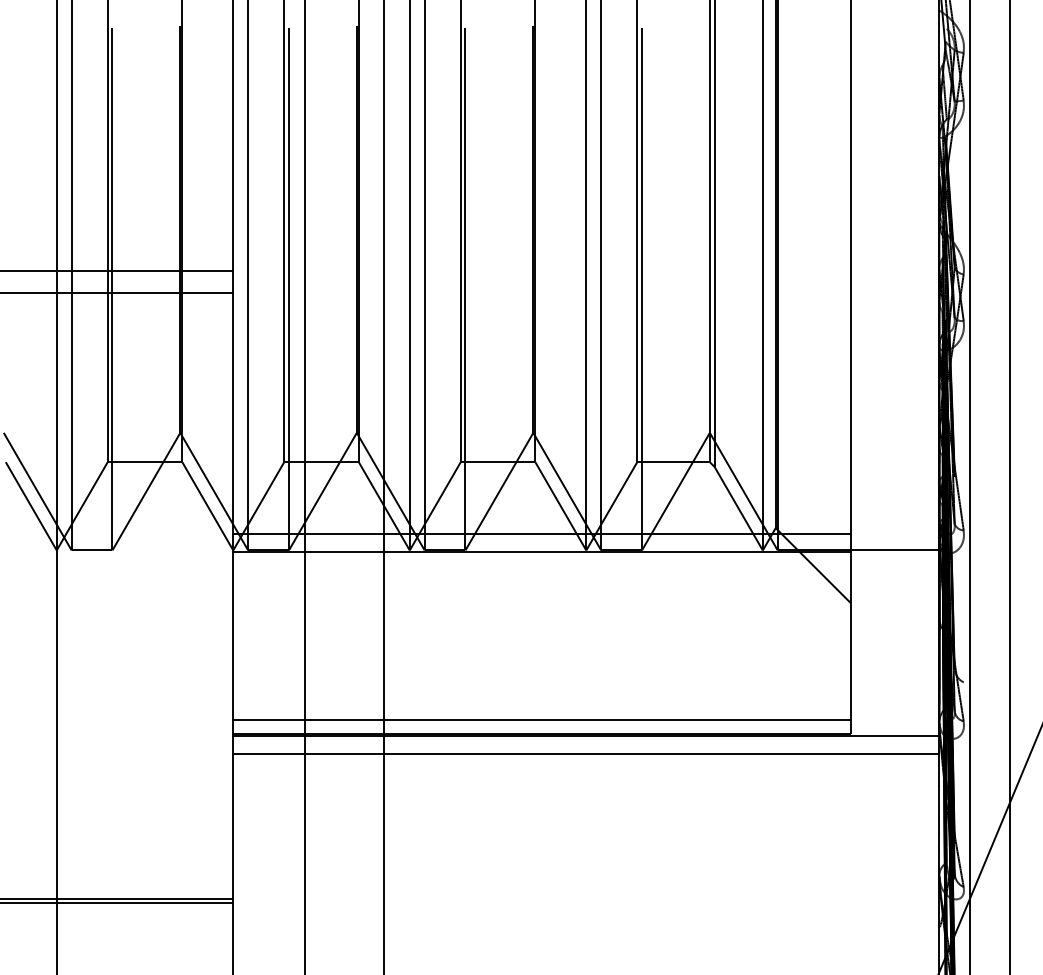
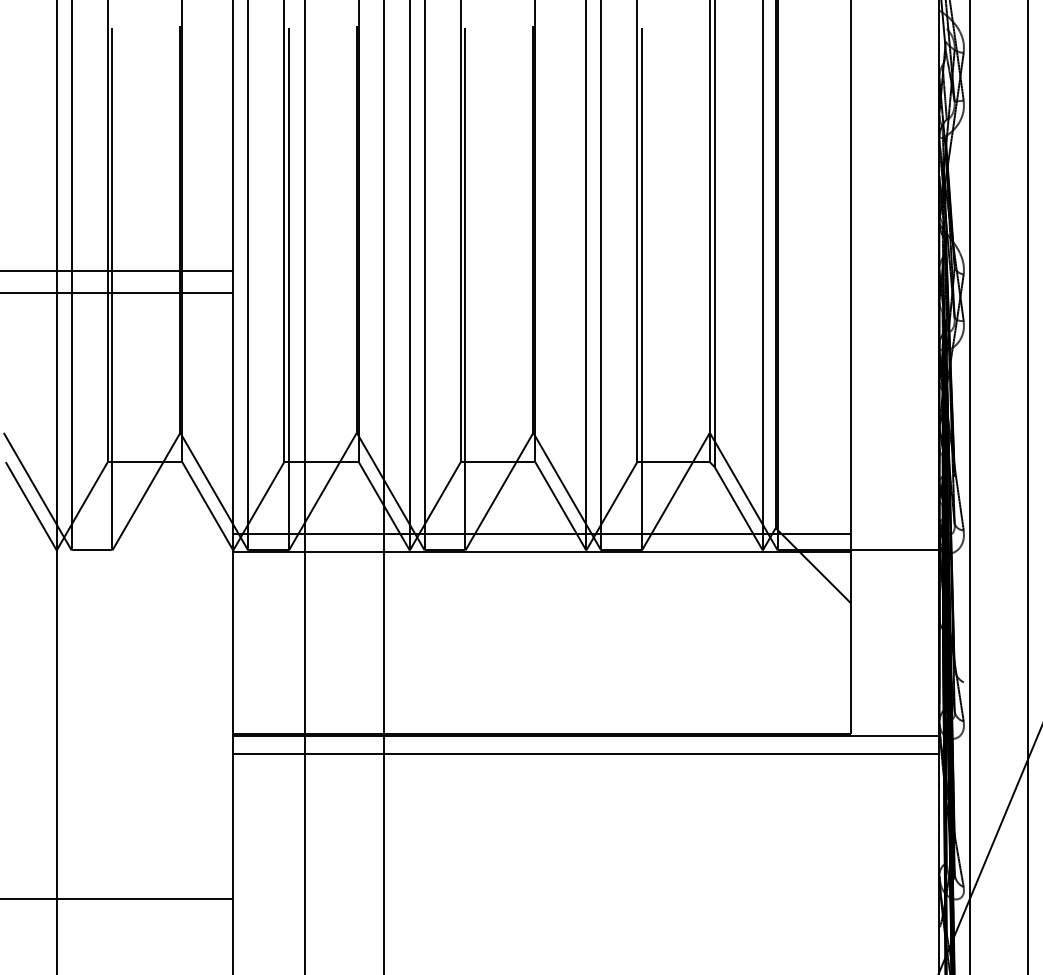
line at (1009, 486) position: (1009, 486) -> (1027, 486)
line at (542, 720): present -> none
line at (117, 903): present -> none
